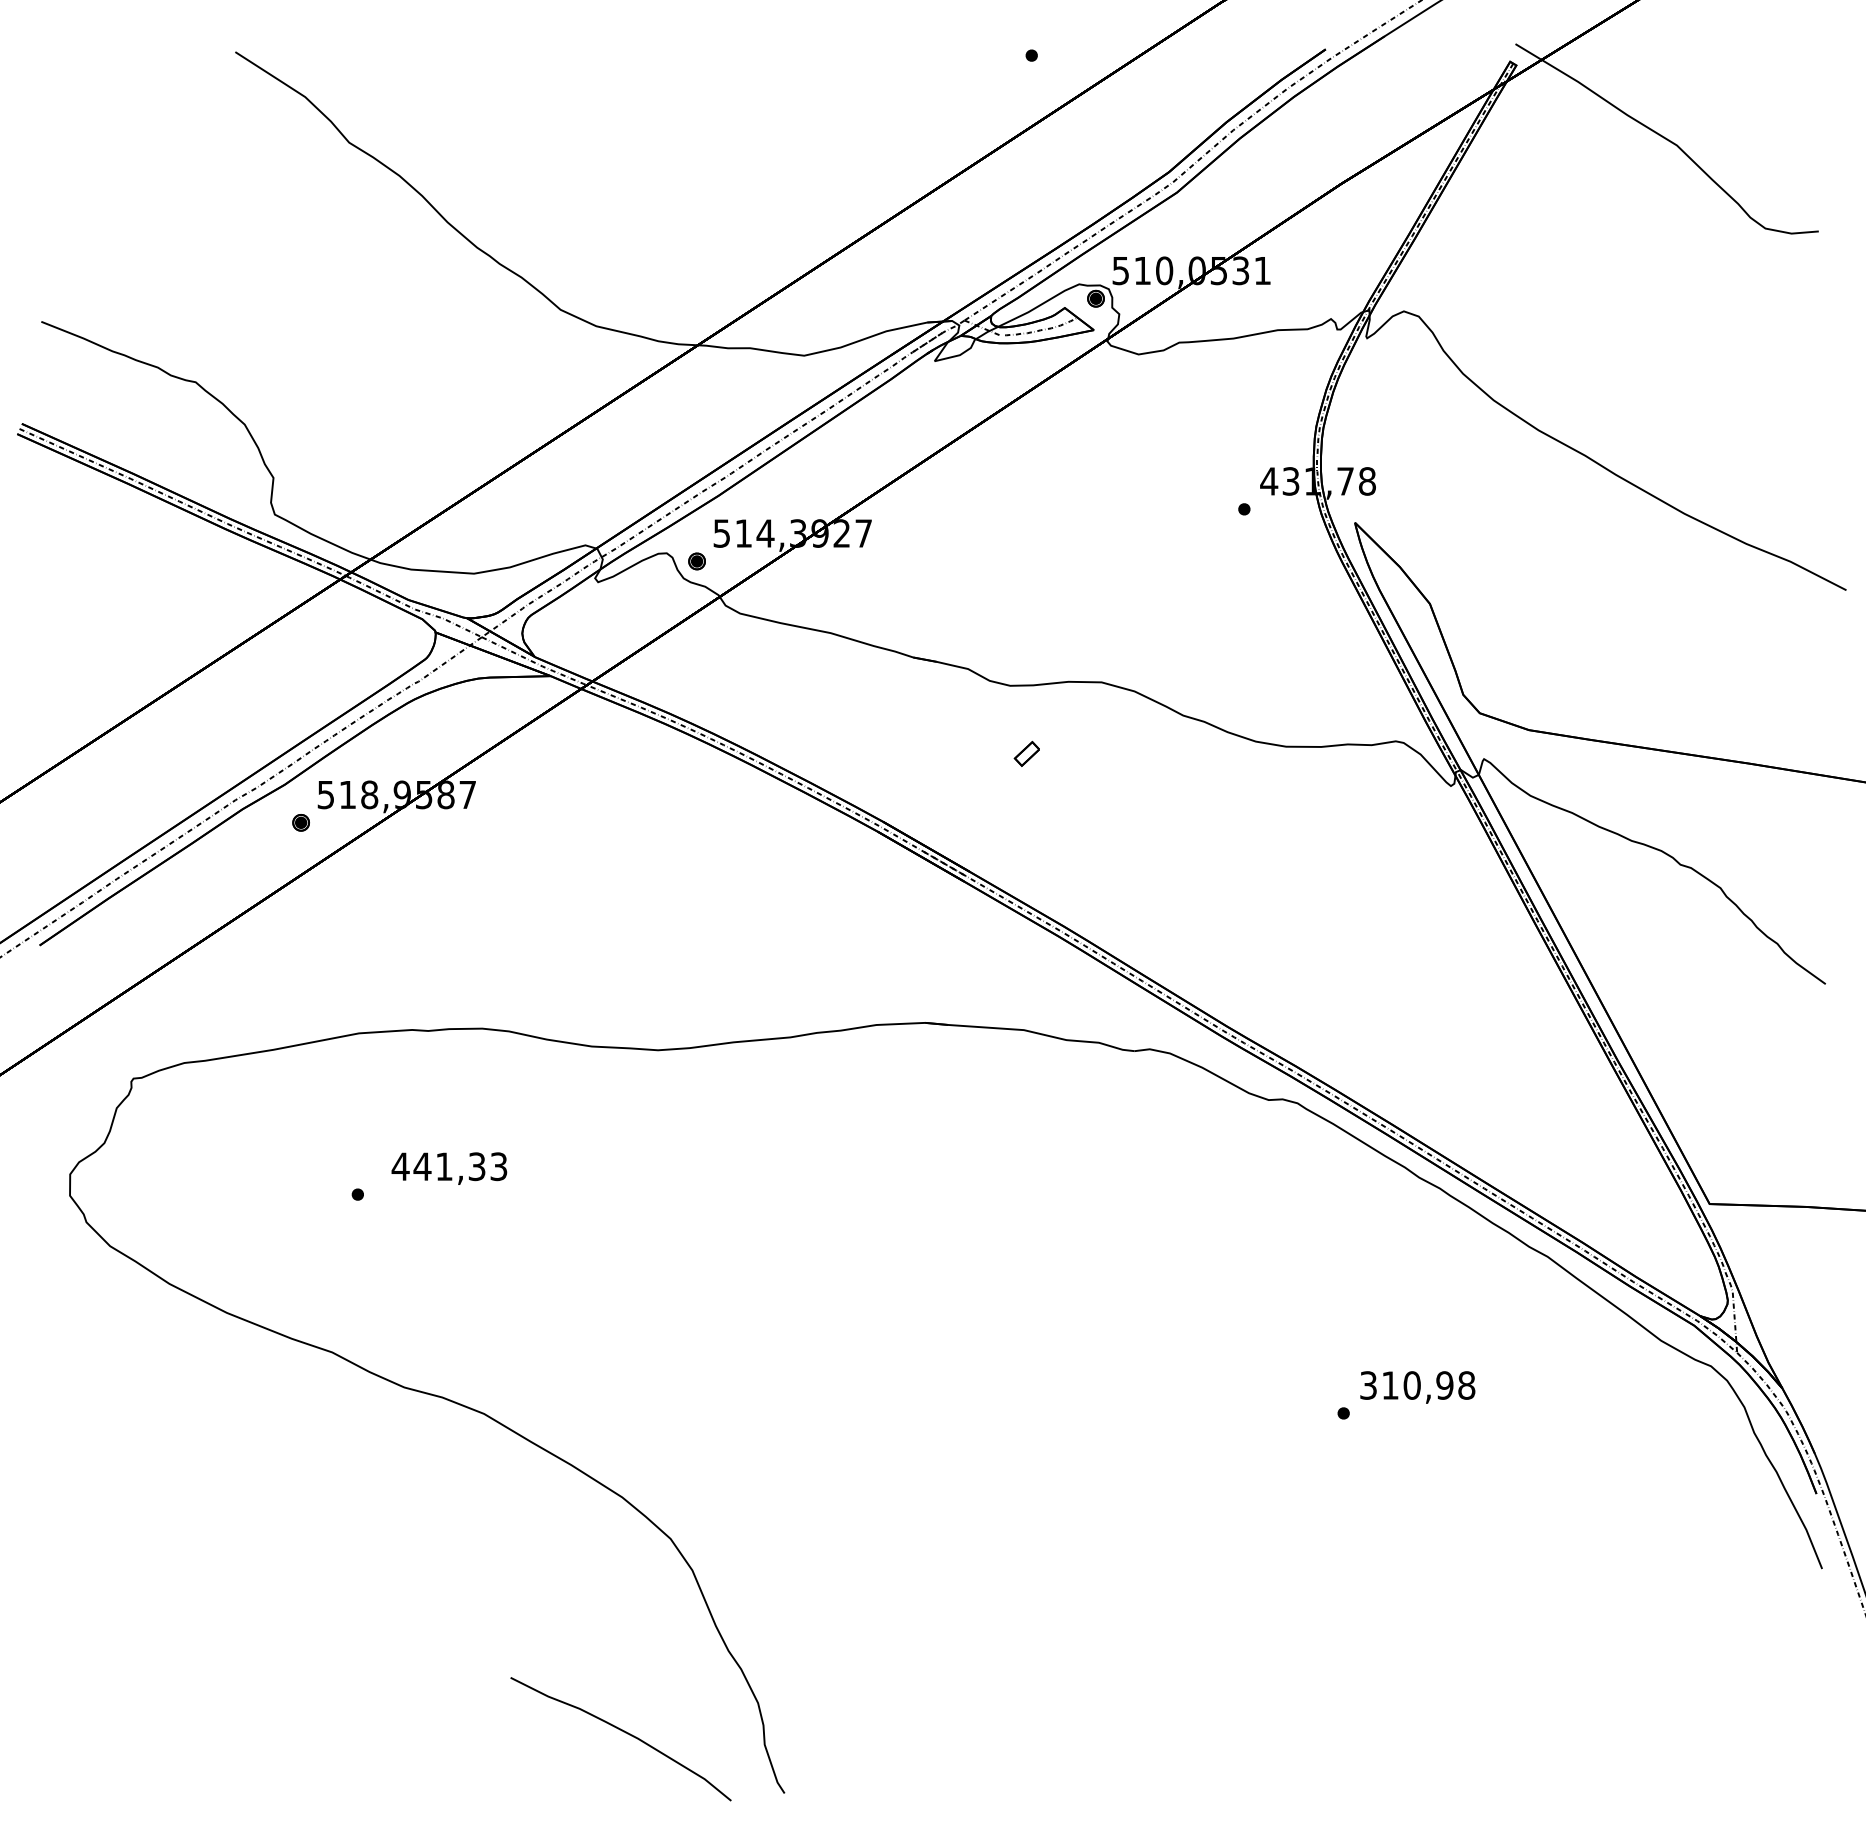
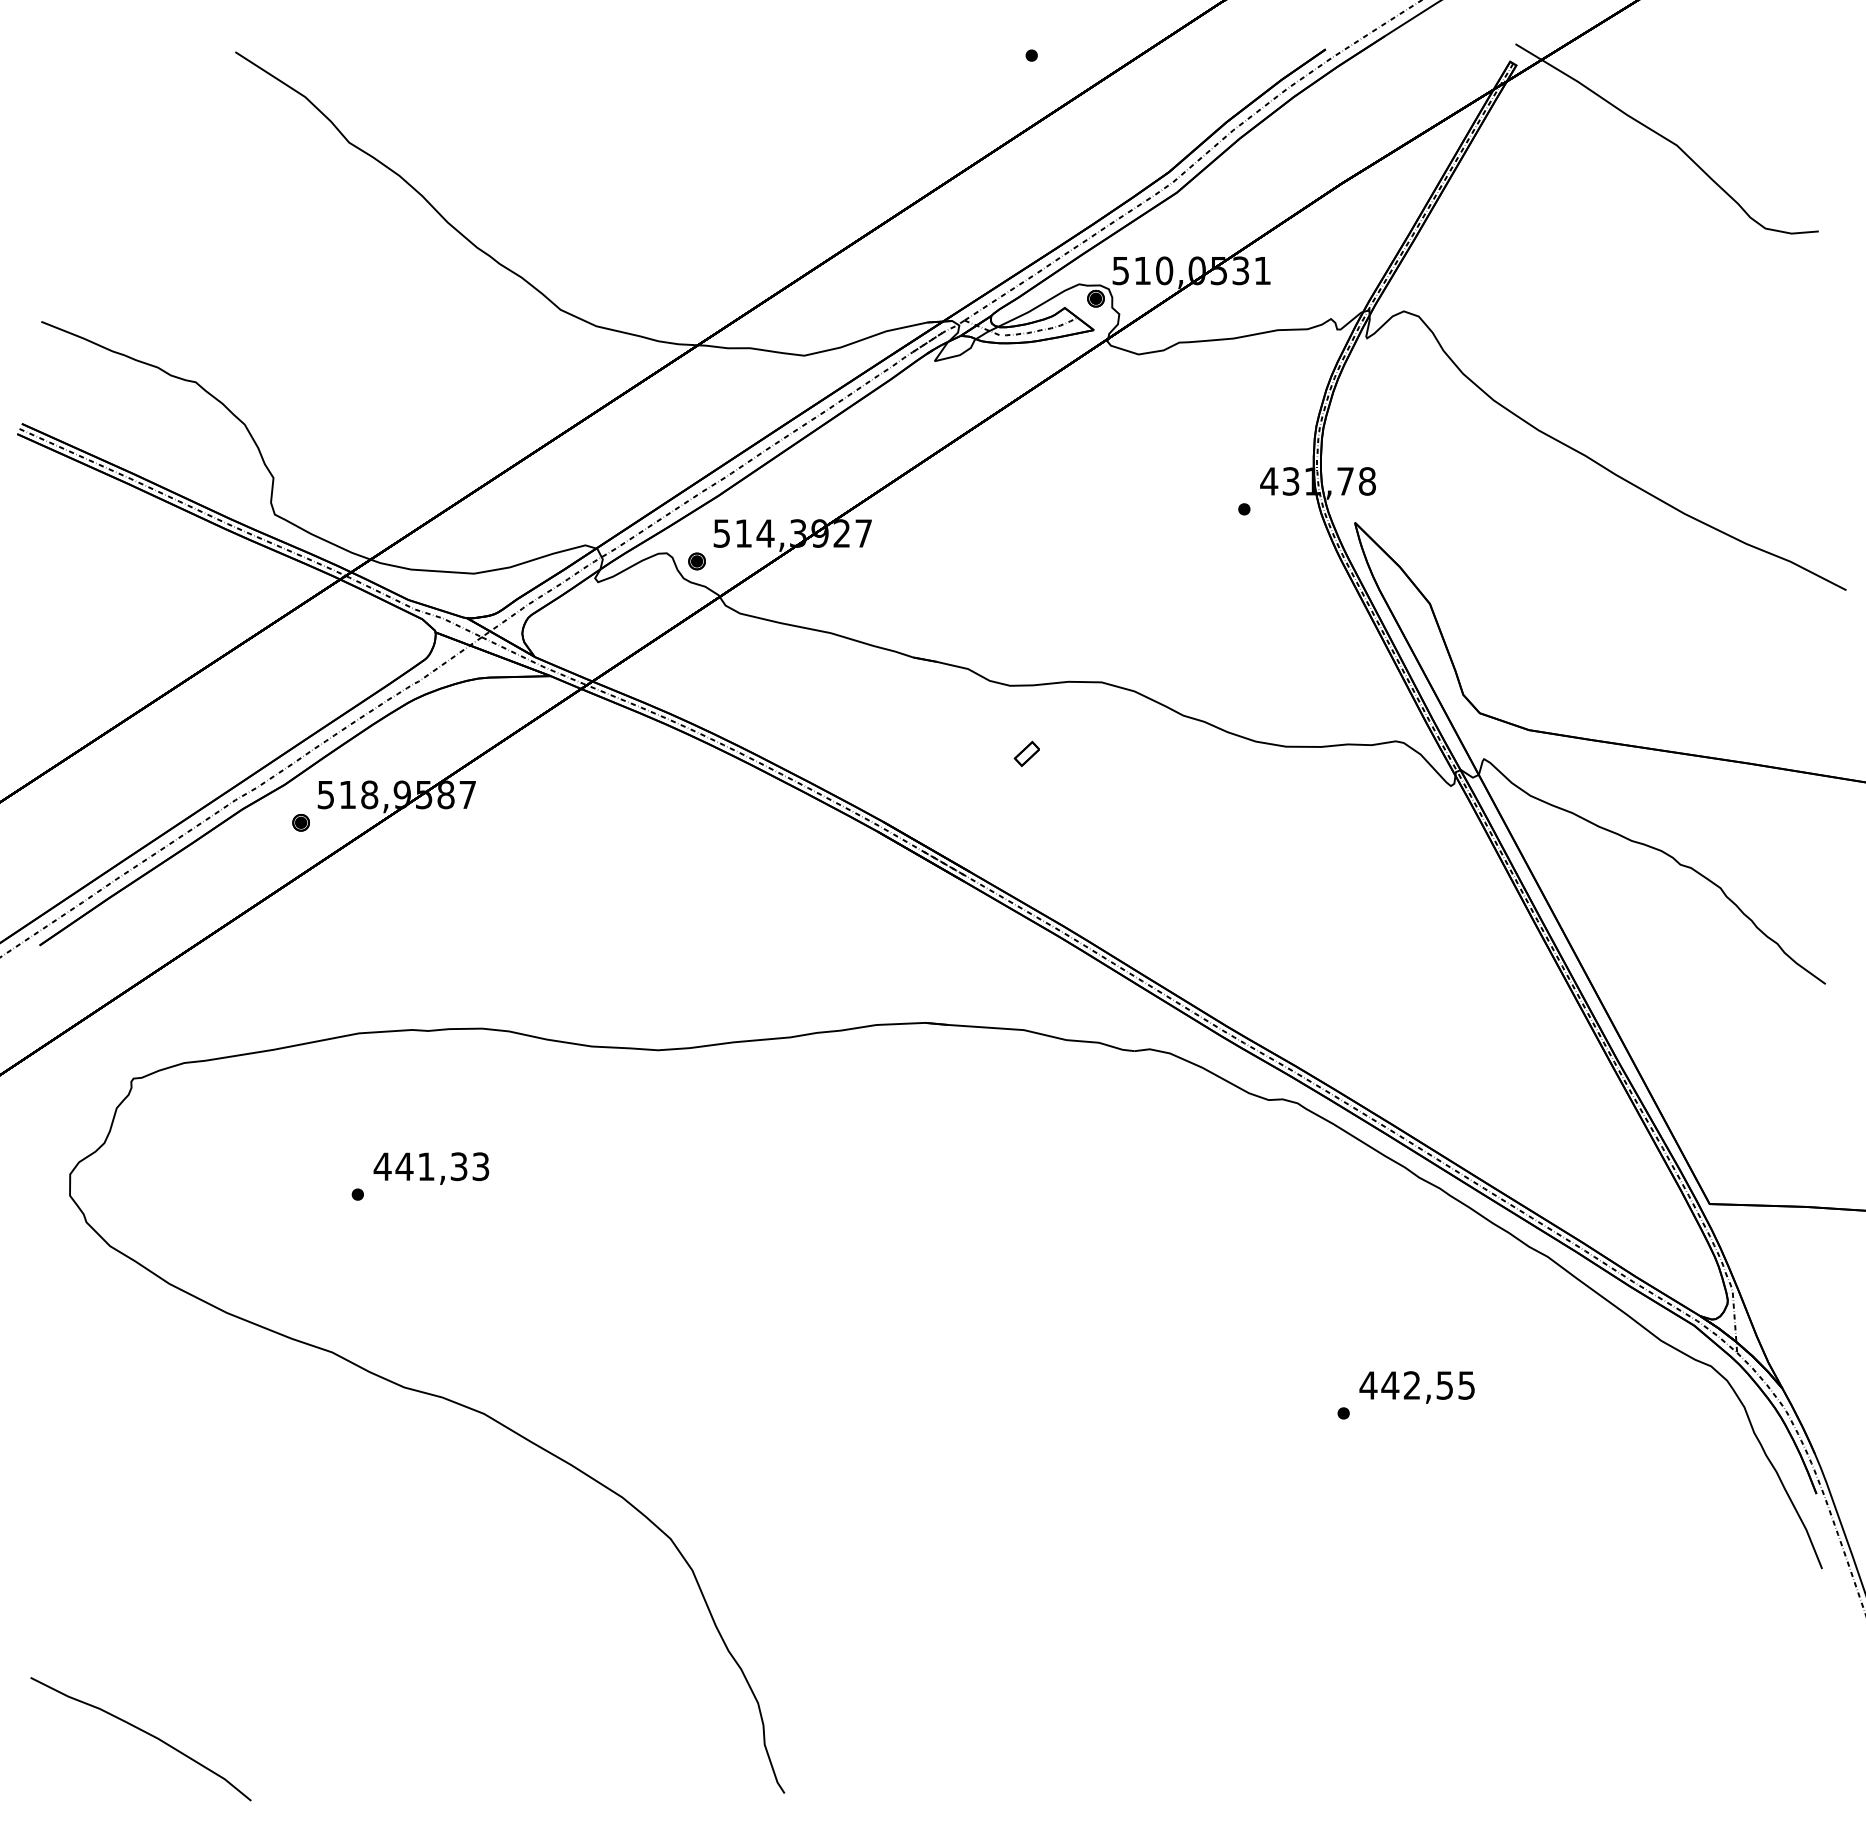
text at (449, 1168) position: (449, 1168) -> (431, 1168)
text at (1417, 1385): 310,98 -> 442,55
curve at (623, 1732) position: (623, 1732) -> (143, 1732)
